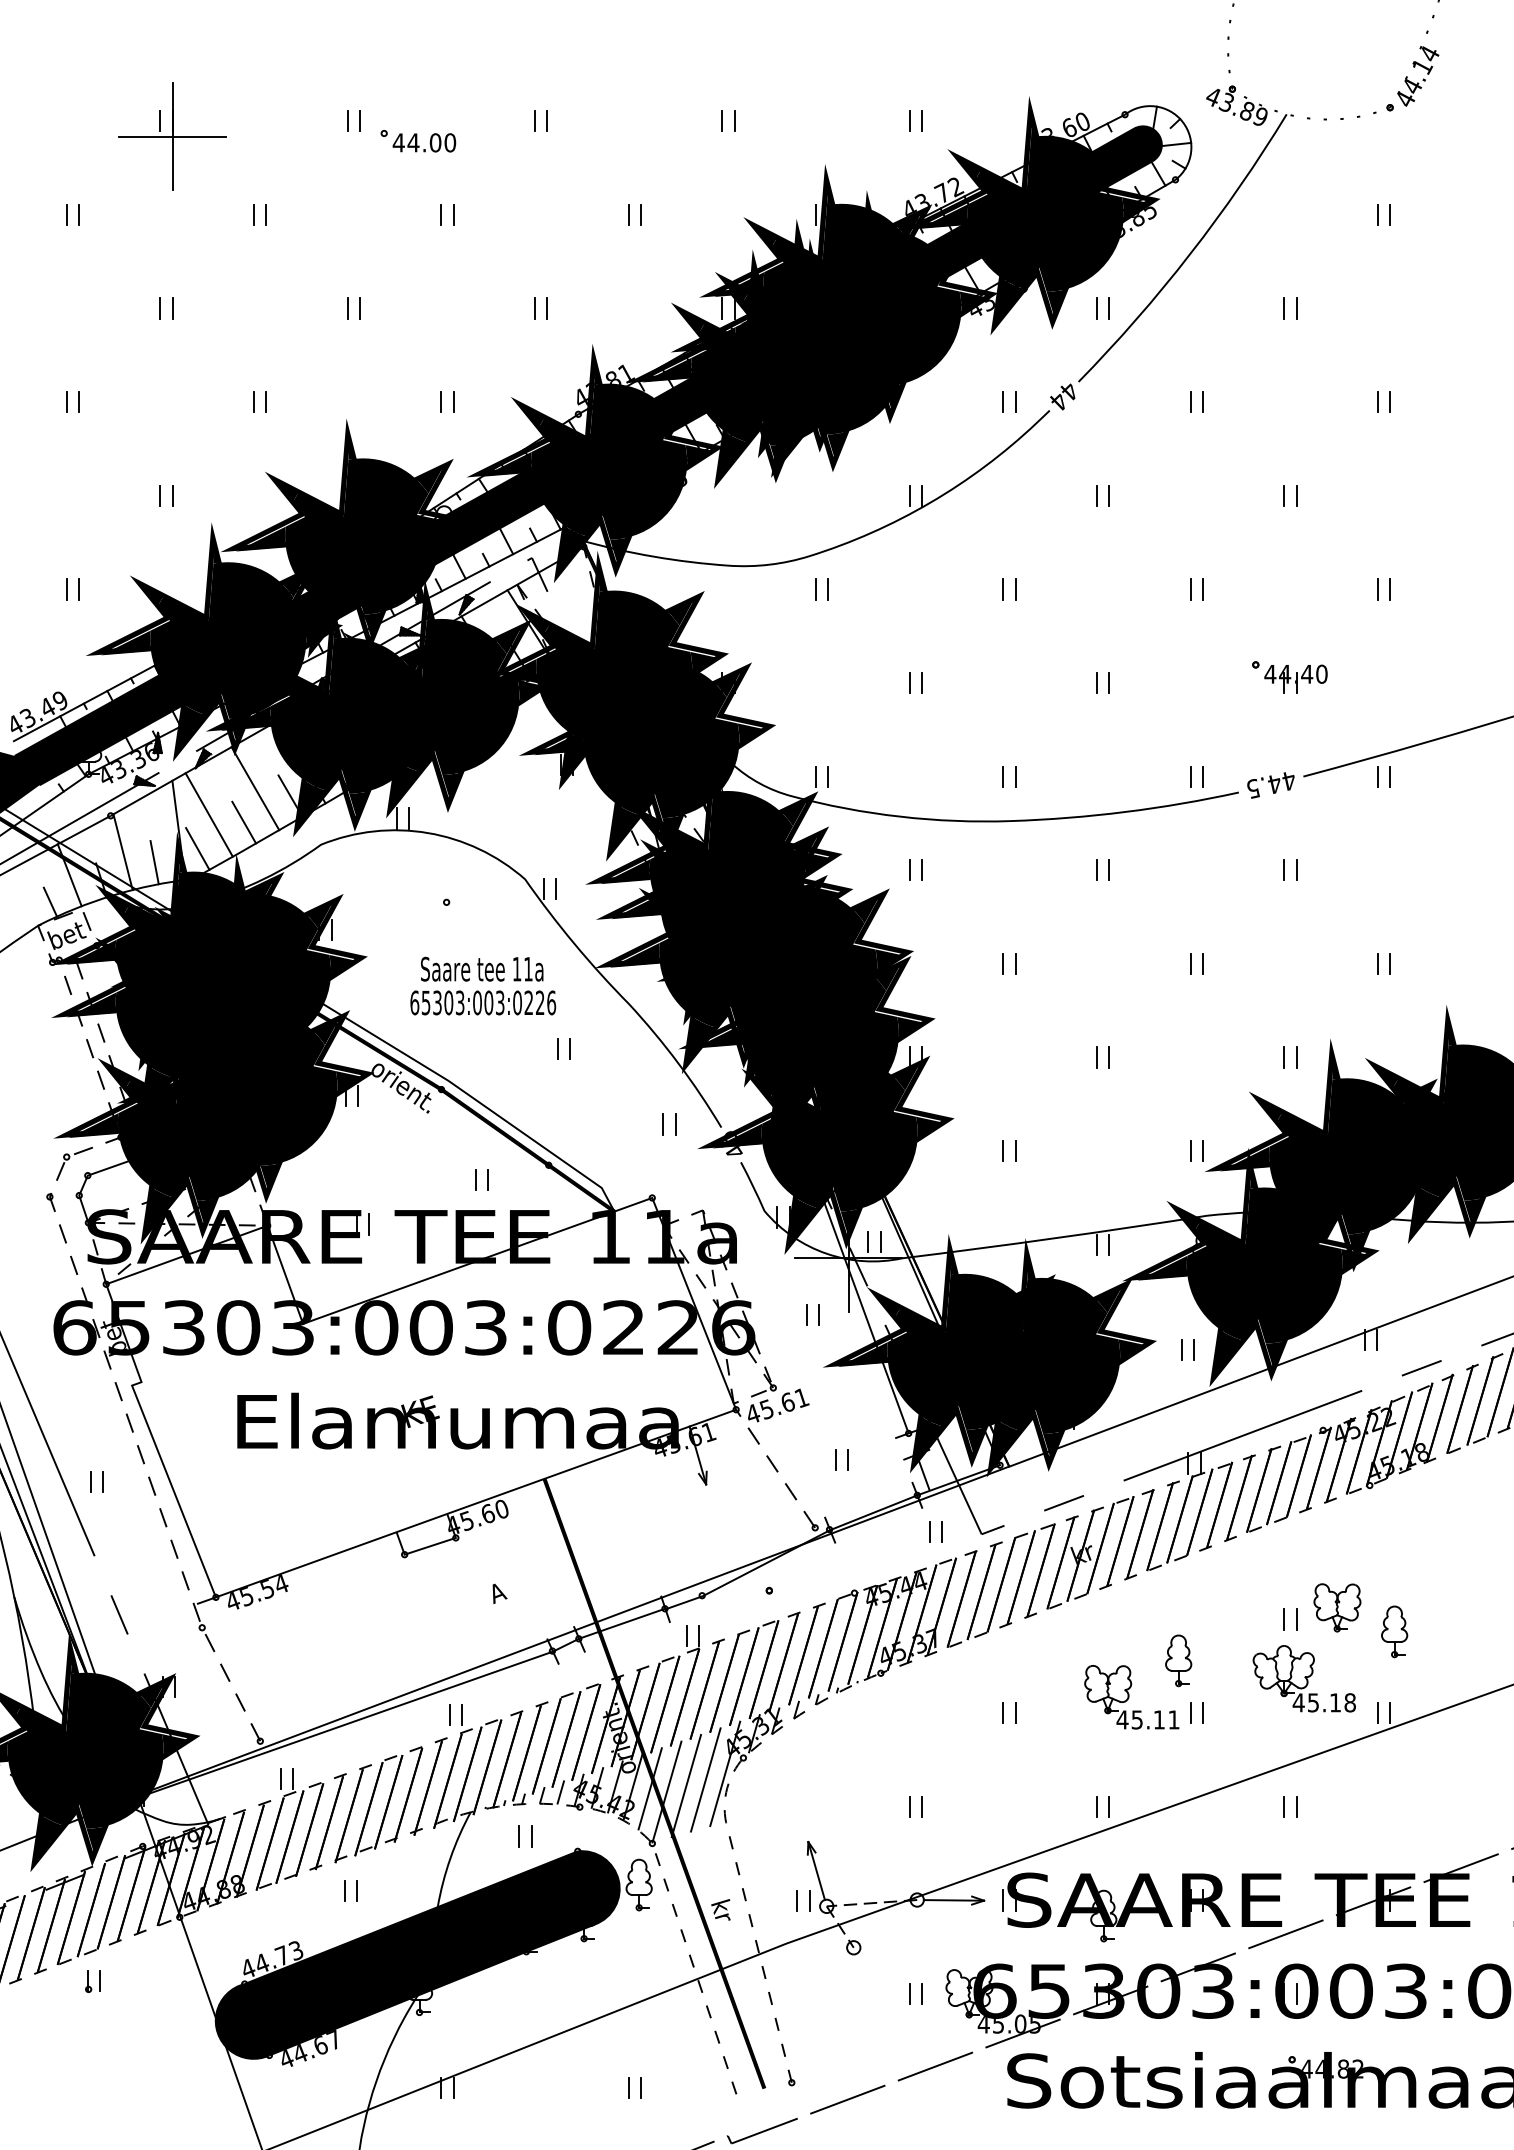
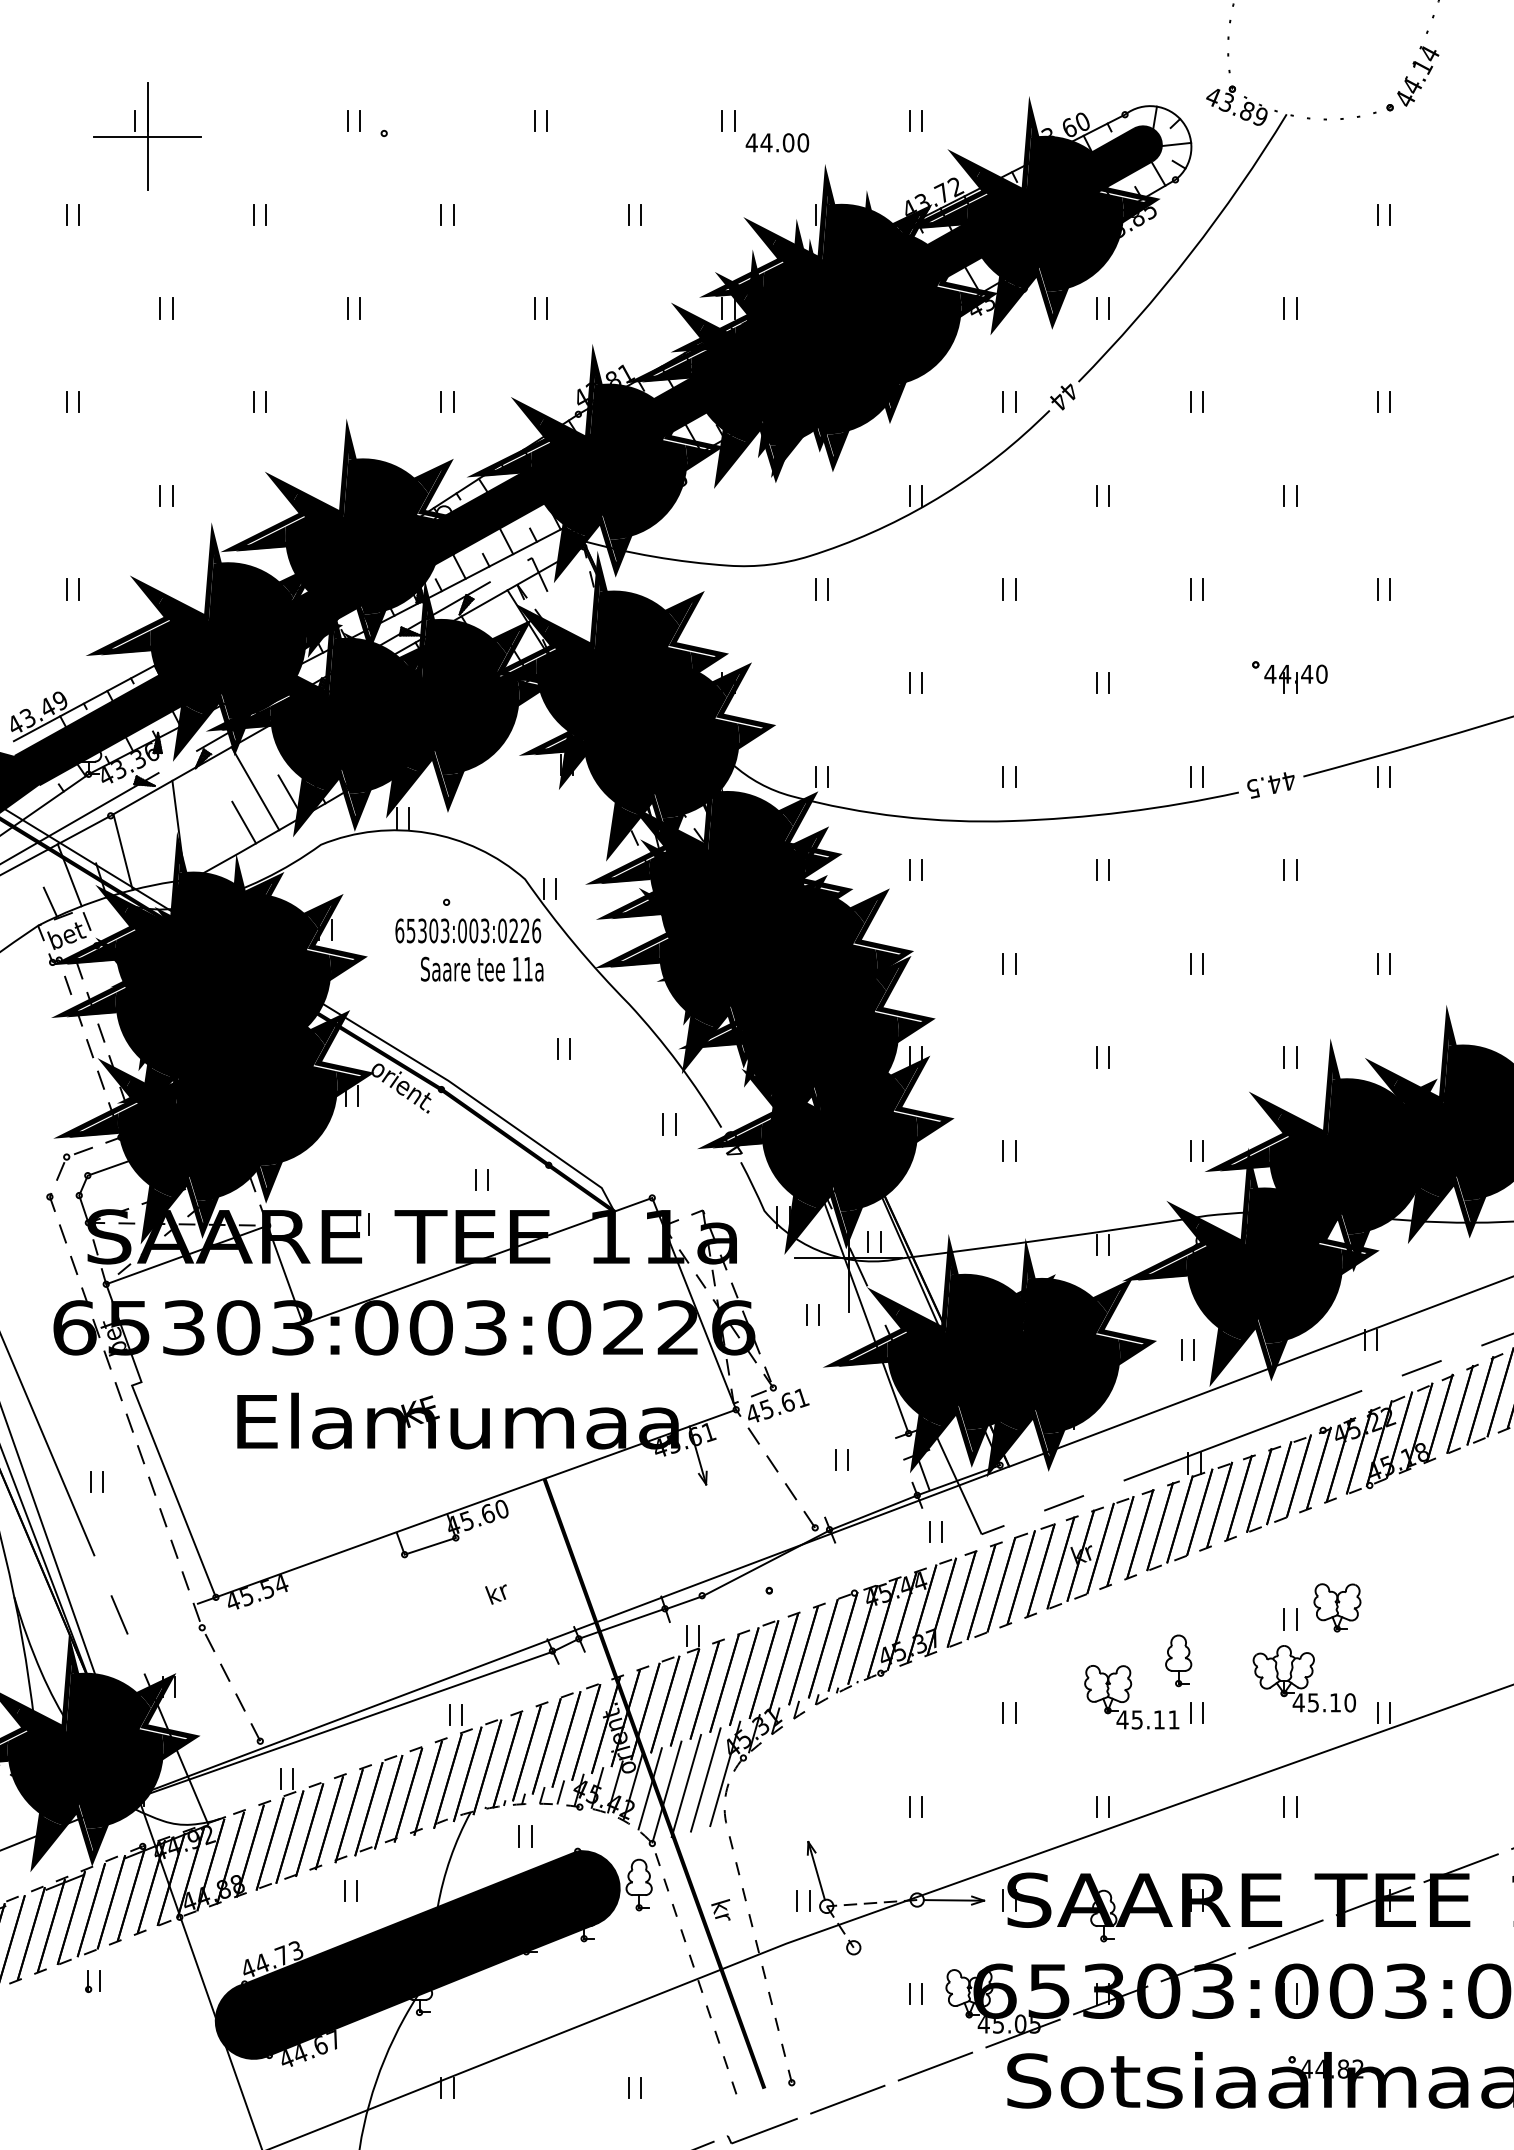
part at (172, 136) position: (172, 136) -> (147, 136)
text at (424, 142) position: (424, 142) -> (777, 142)
line at (208, 814): present -> none
line at (197, 848): present -> none
line at (154, 862): present -> none
text at (483, 1002) position: (483, 1002) -> (468, 930)
text at (496, 1593): A -> kr
part at (1394, 1631): present -> none
text at (1349, 1702): 45.18 -> 45.10
